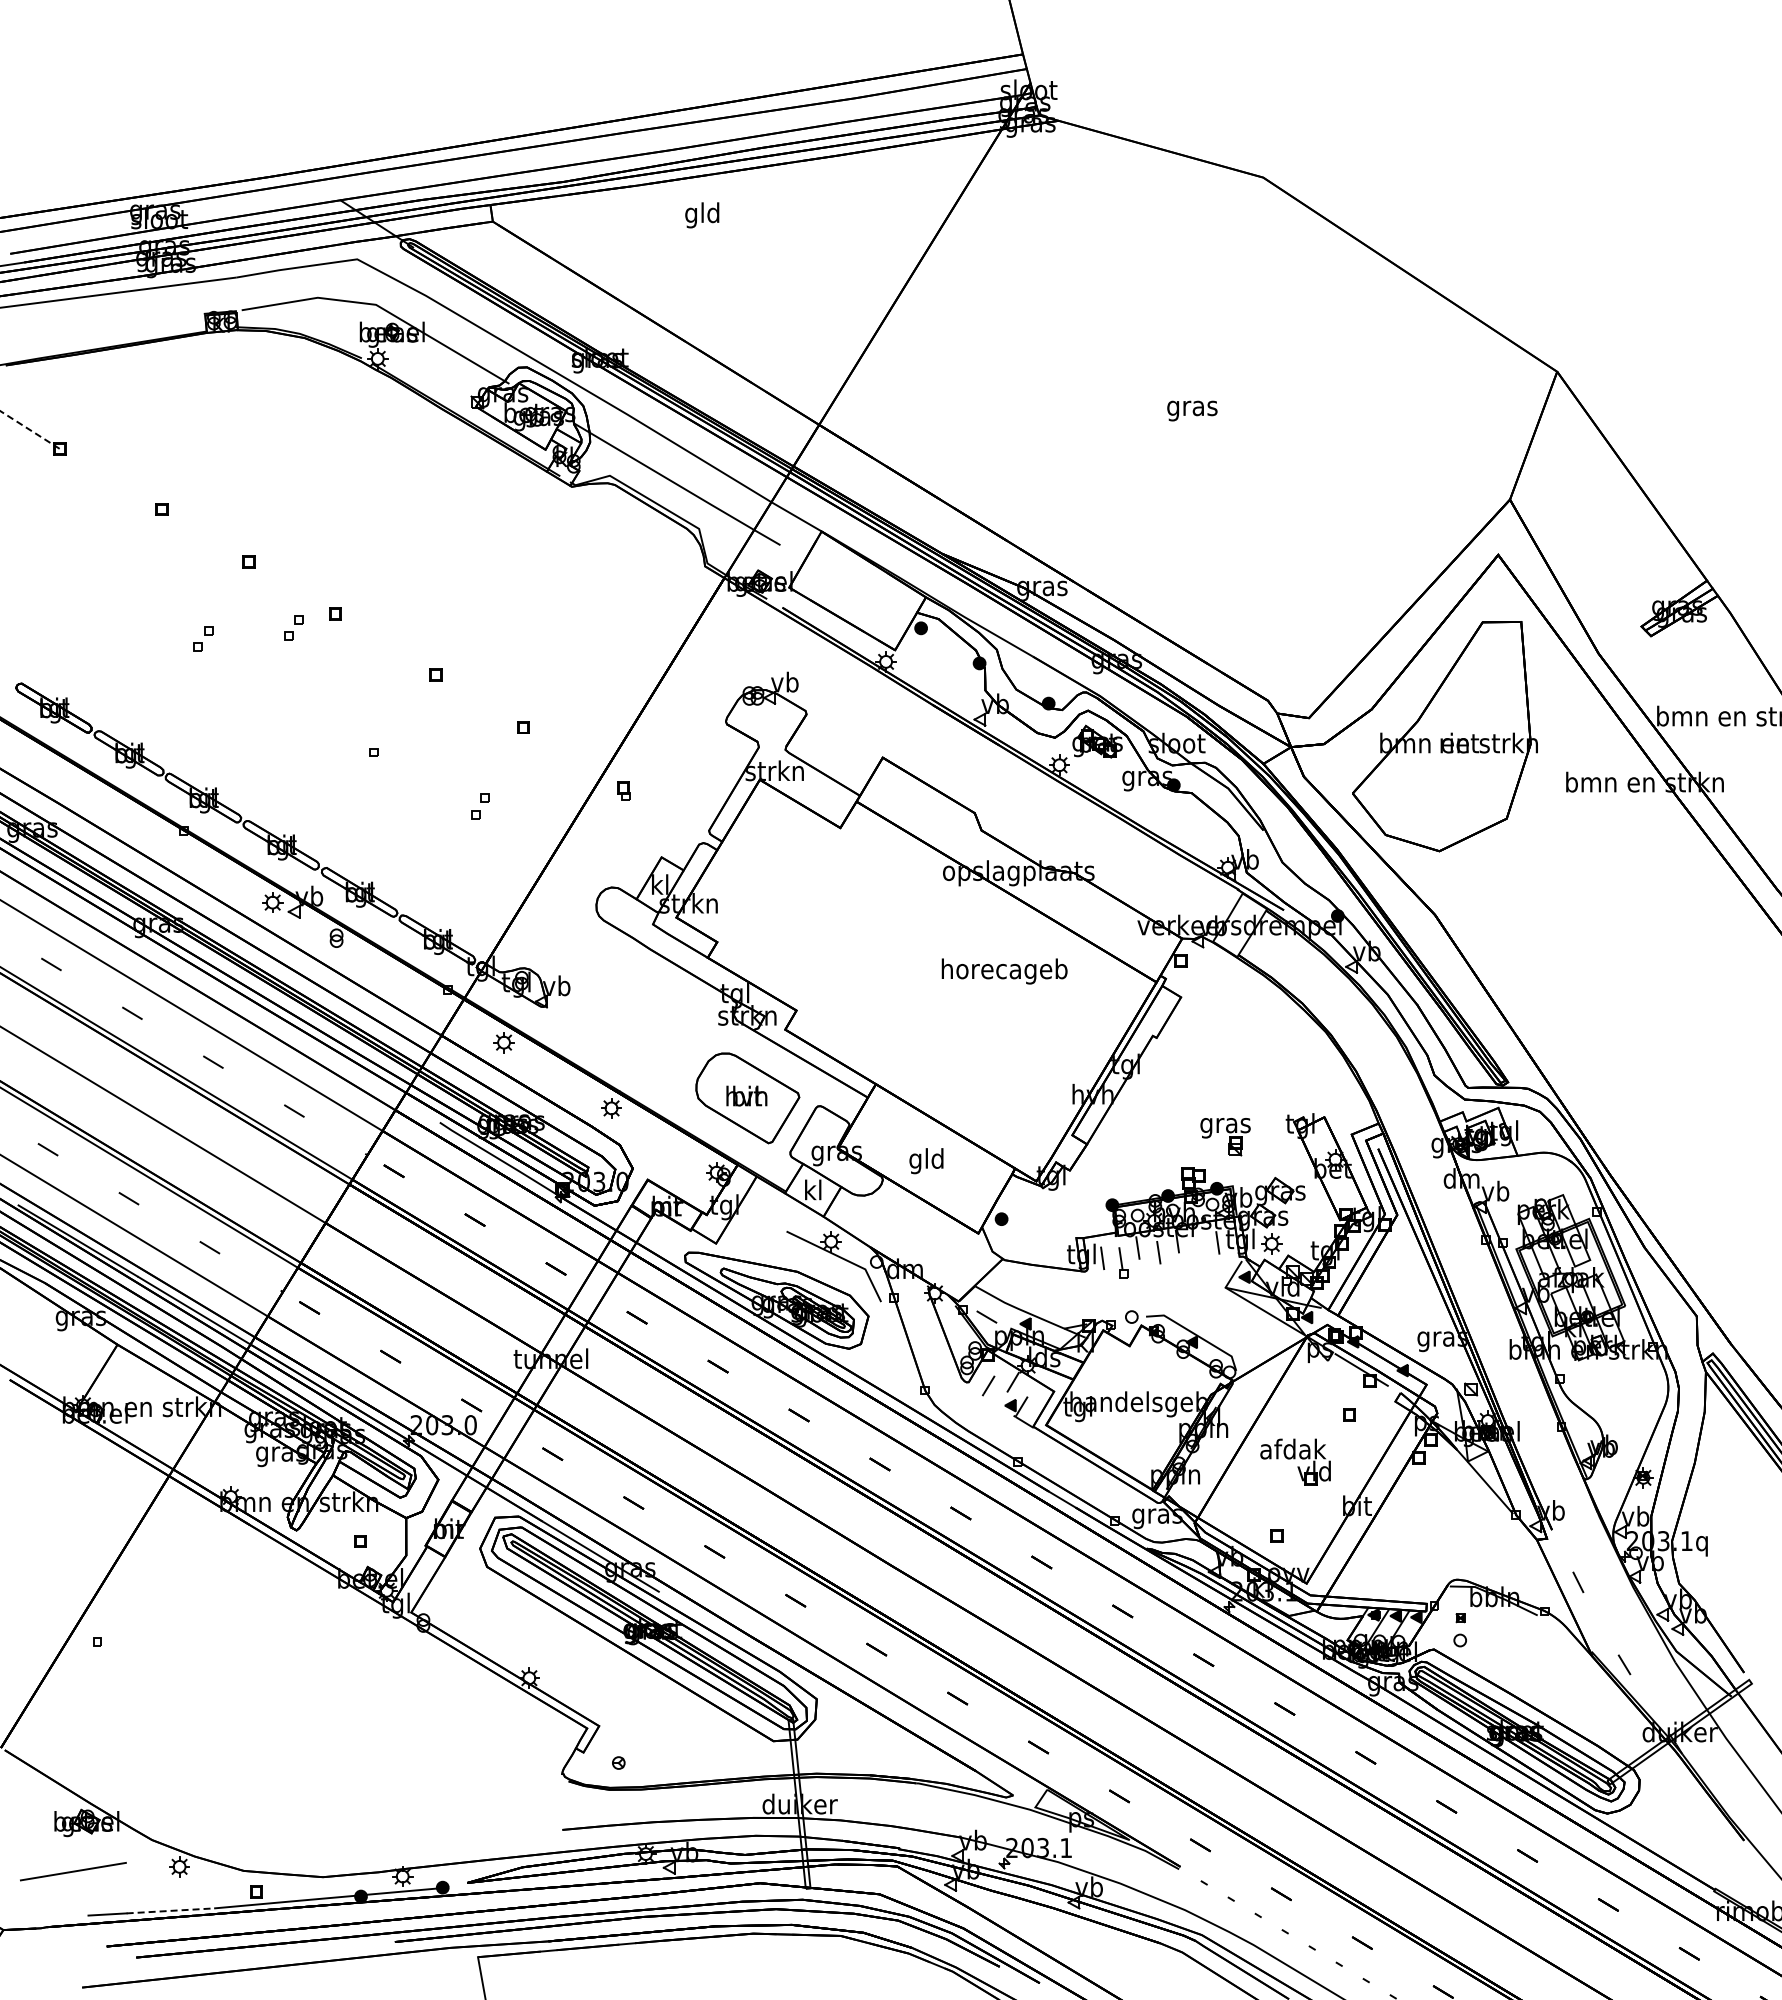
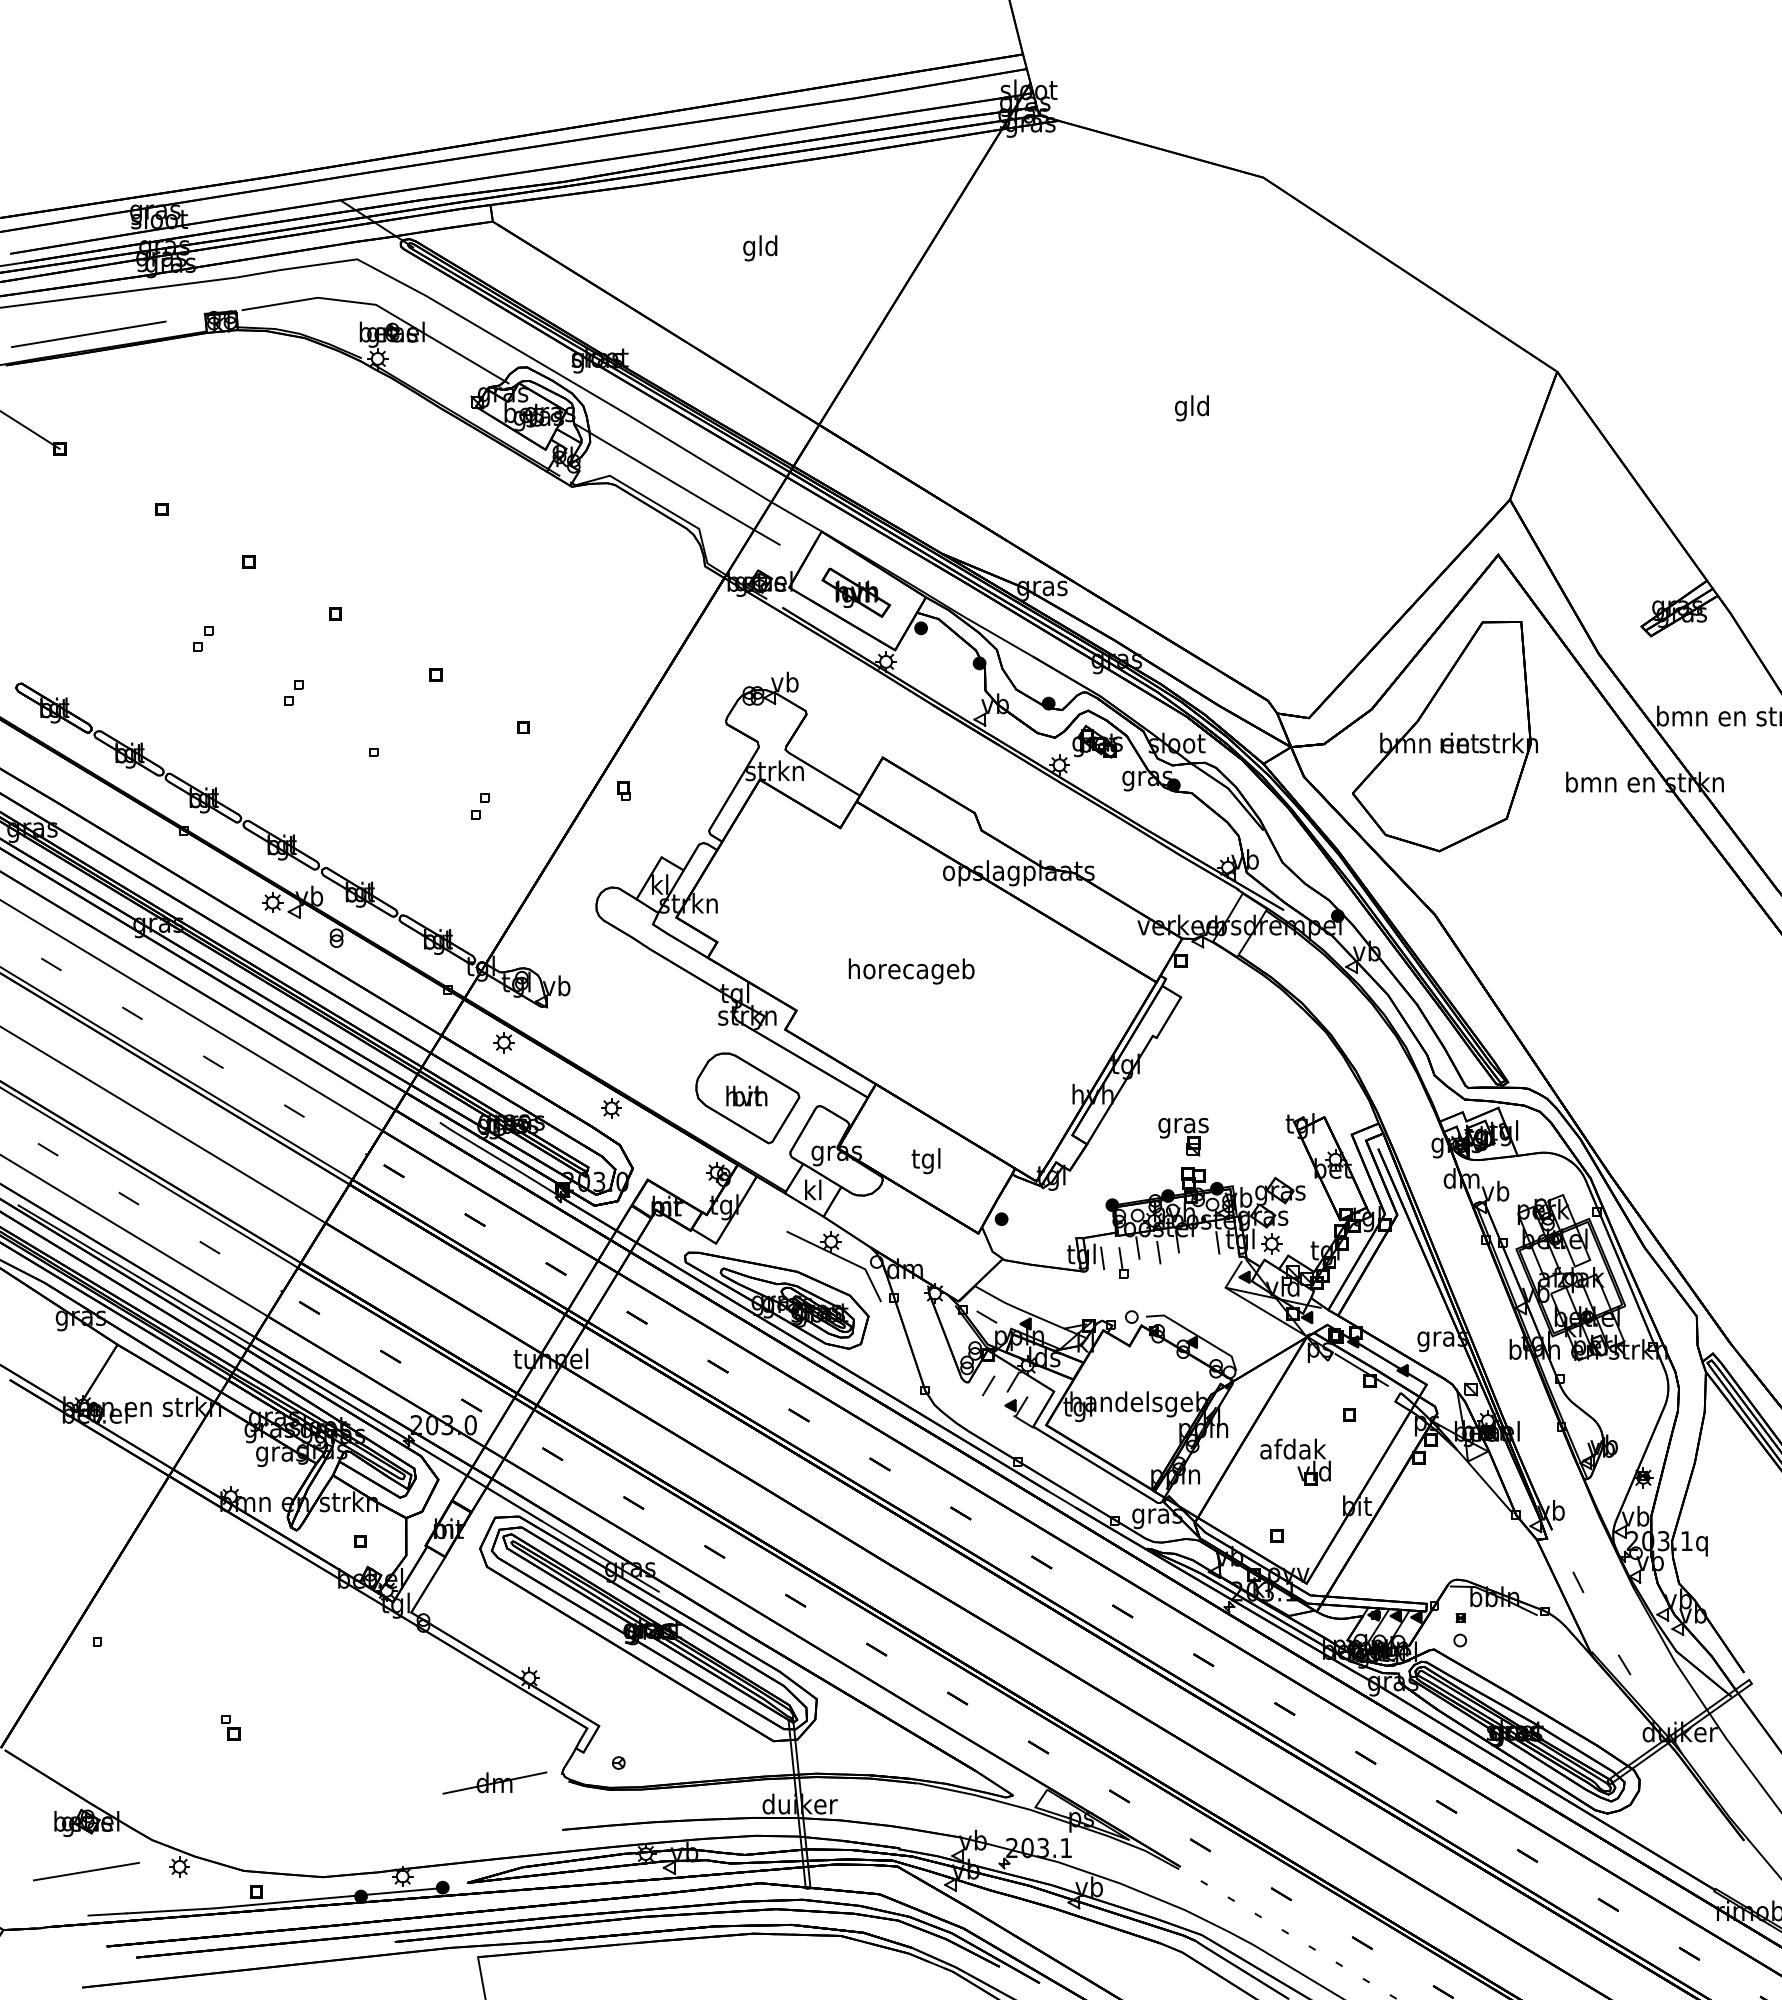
text at (702, 215) position: (702, 215) -> (760, 248)
line at (88, 334): none -> present
text at (1192, 408): gras -> gld
line at (30, 430): dashed -> solid
part at (855, 592): none -> present
part at (293, 627) position: (293, 627) -> (293, 692)
text at (1004, 971) position: (1004, 971) -> (911, 971)
part at (1225, 1137) position: (1225, 1137) -> (1183, 1137)
text at (926, 1161): gld -> tgl
part at (230, 1727): none -> present
part at (494, 1782): none -> present
line at (73, 1871) position: (73, 1871) -> (86, 1871)
line at (170, 1910): dashed -> solid
